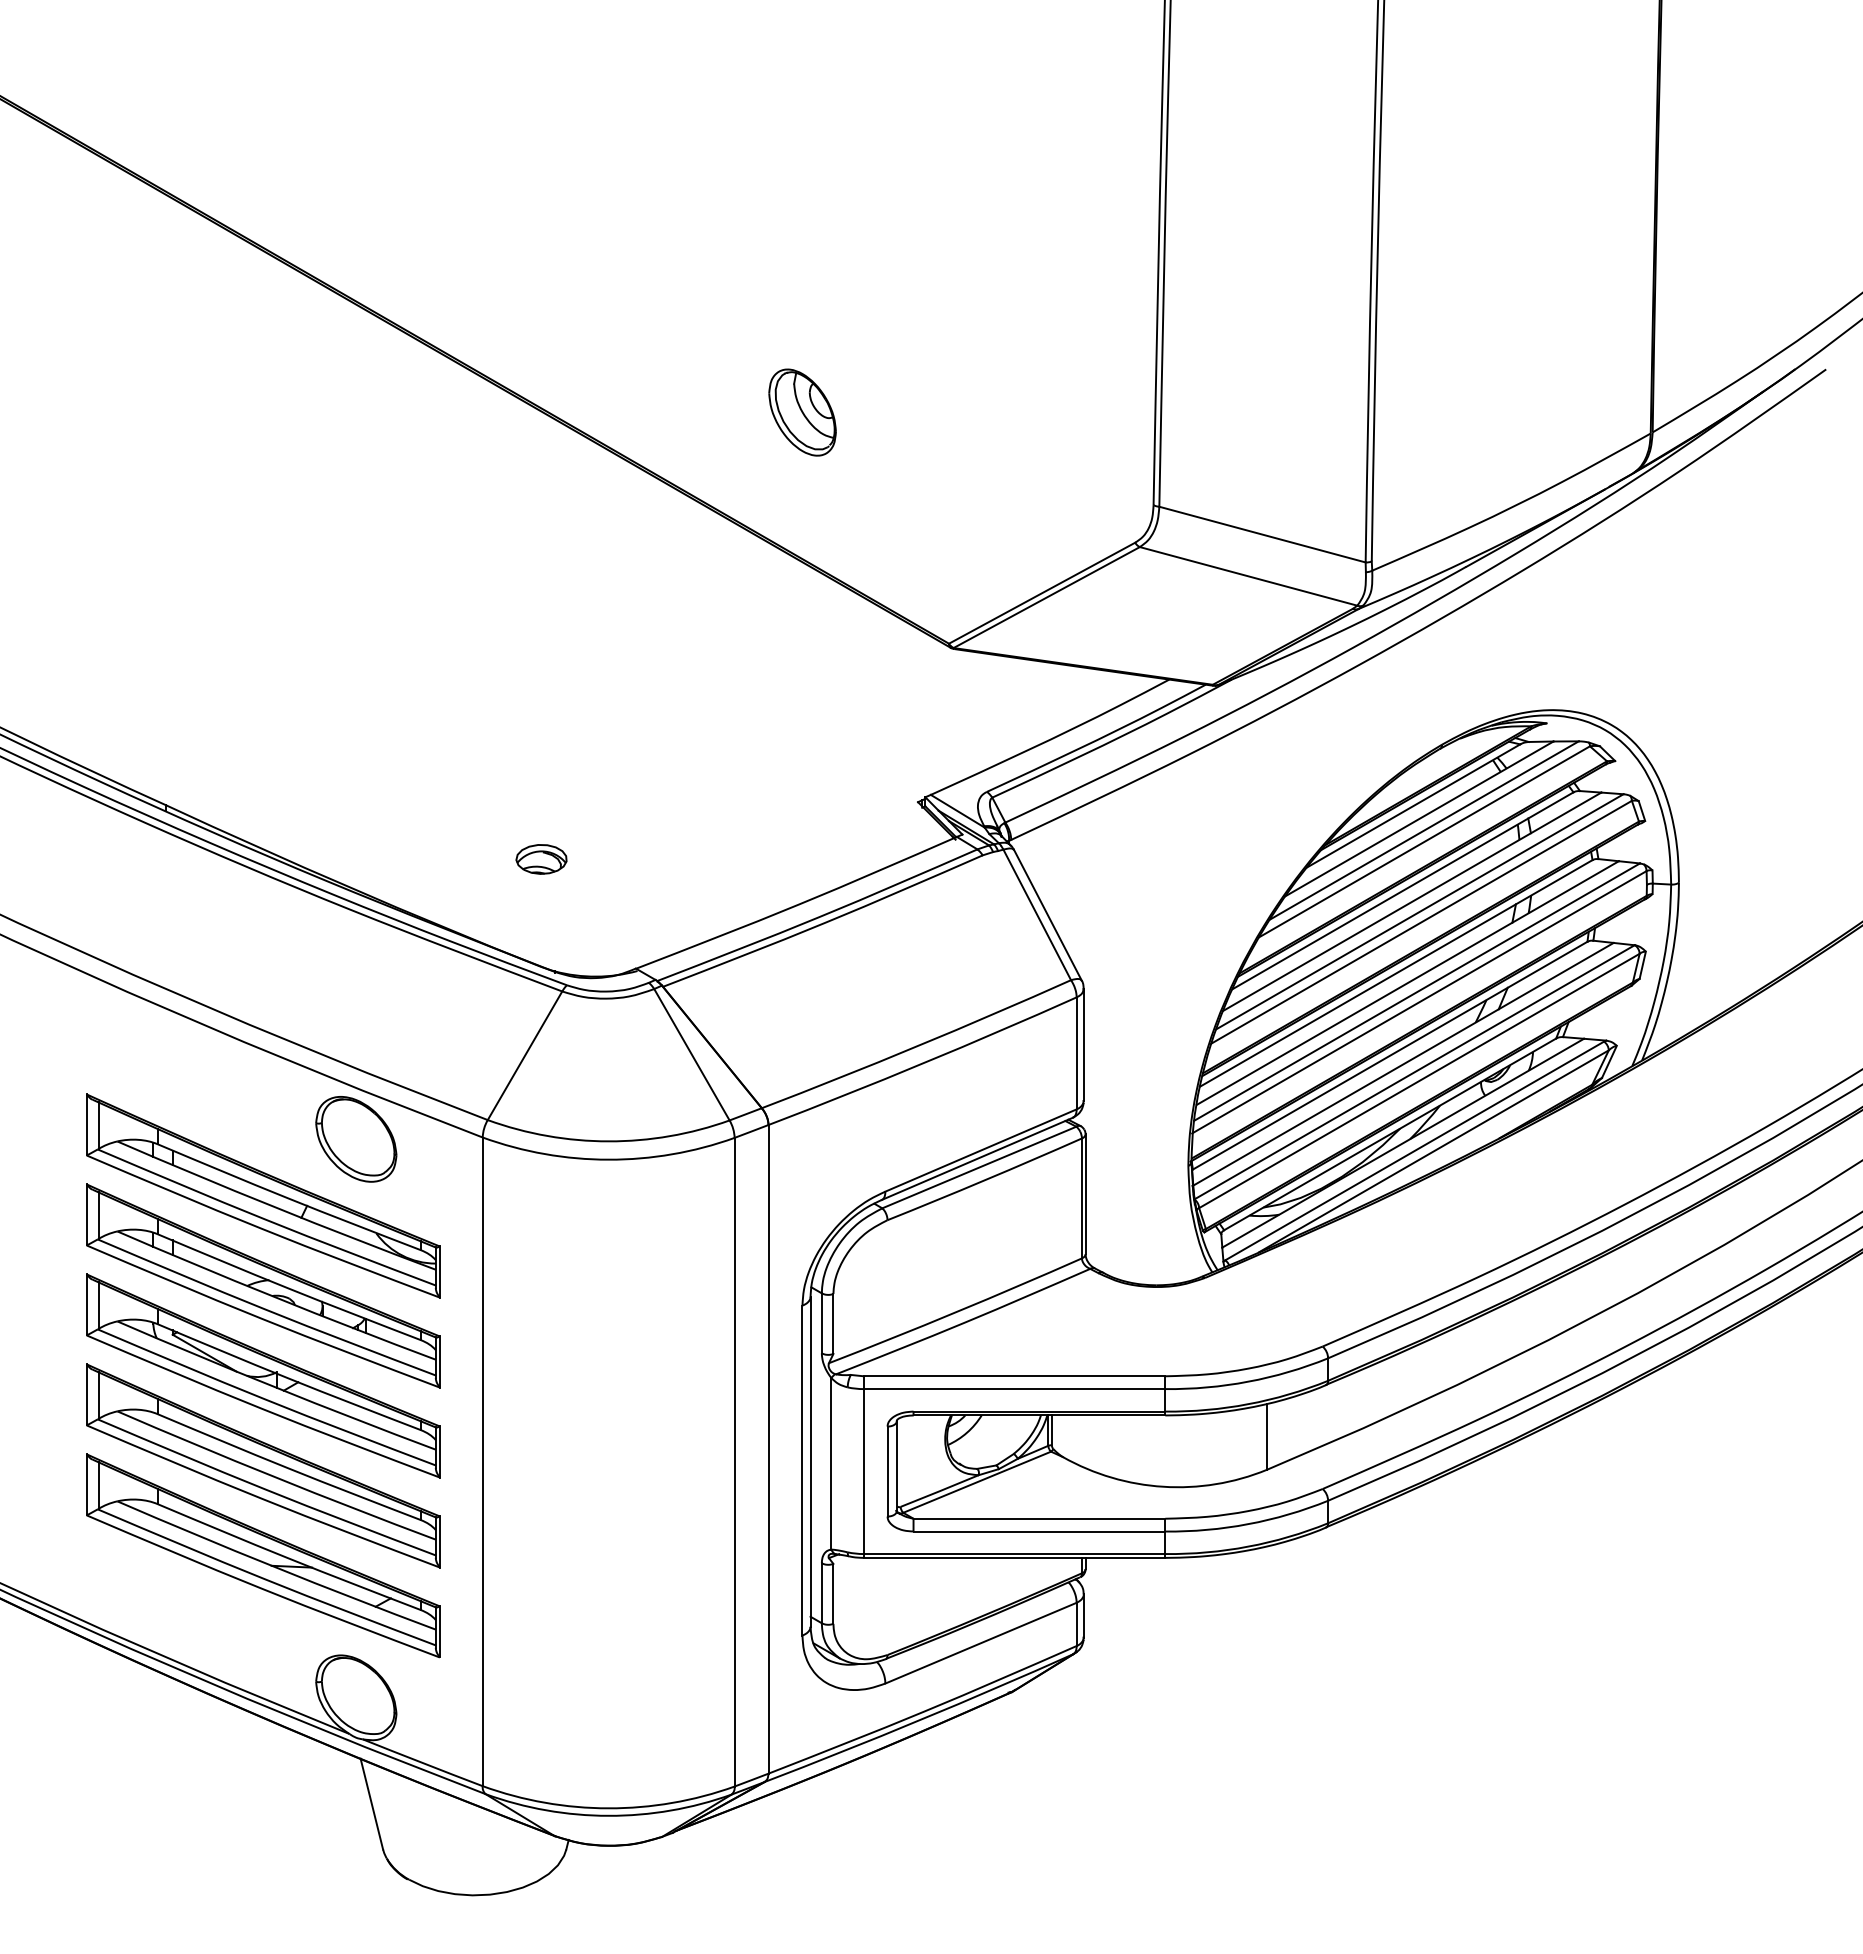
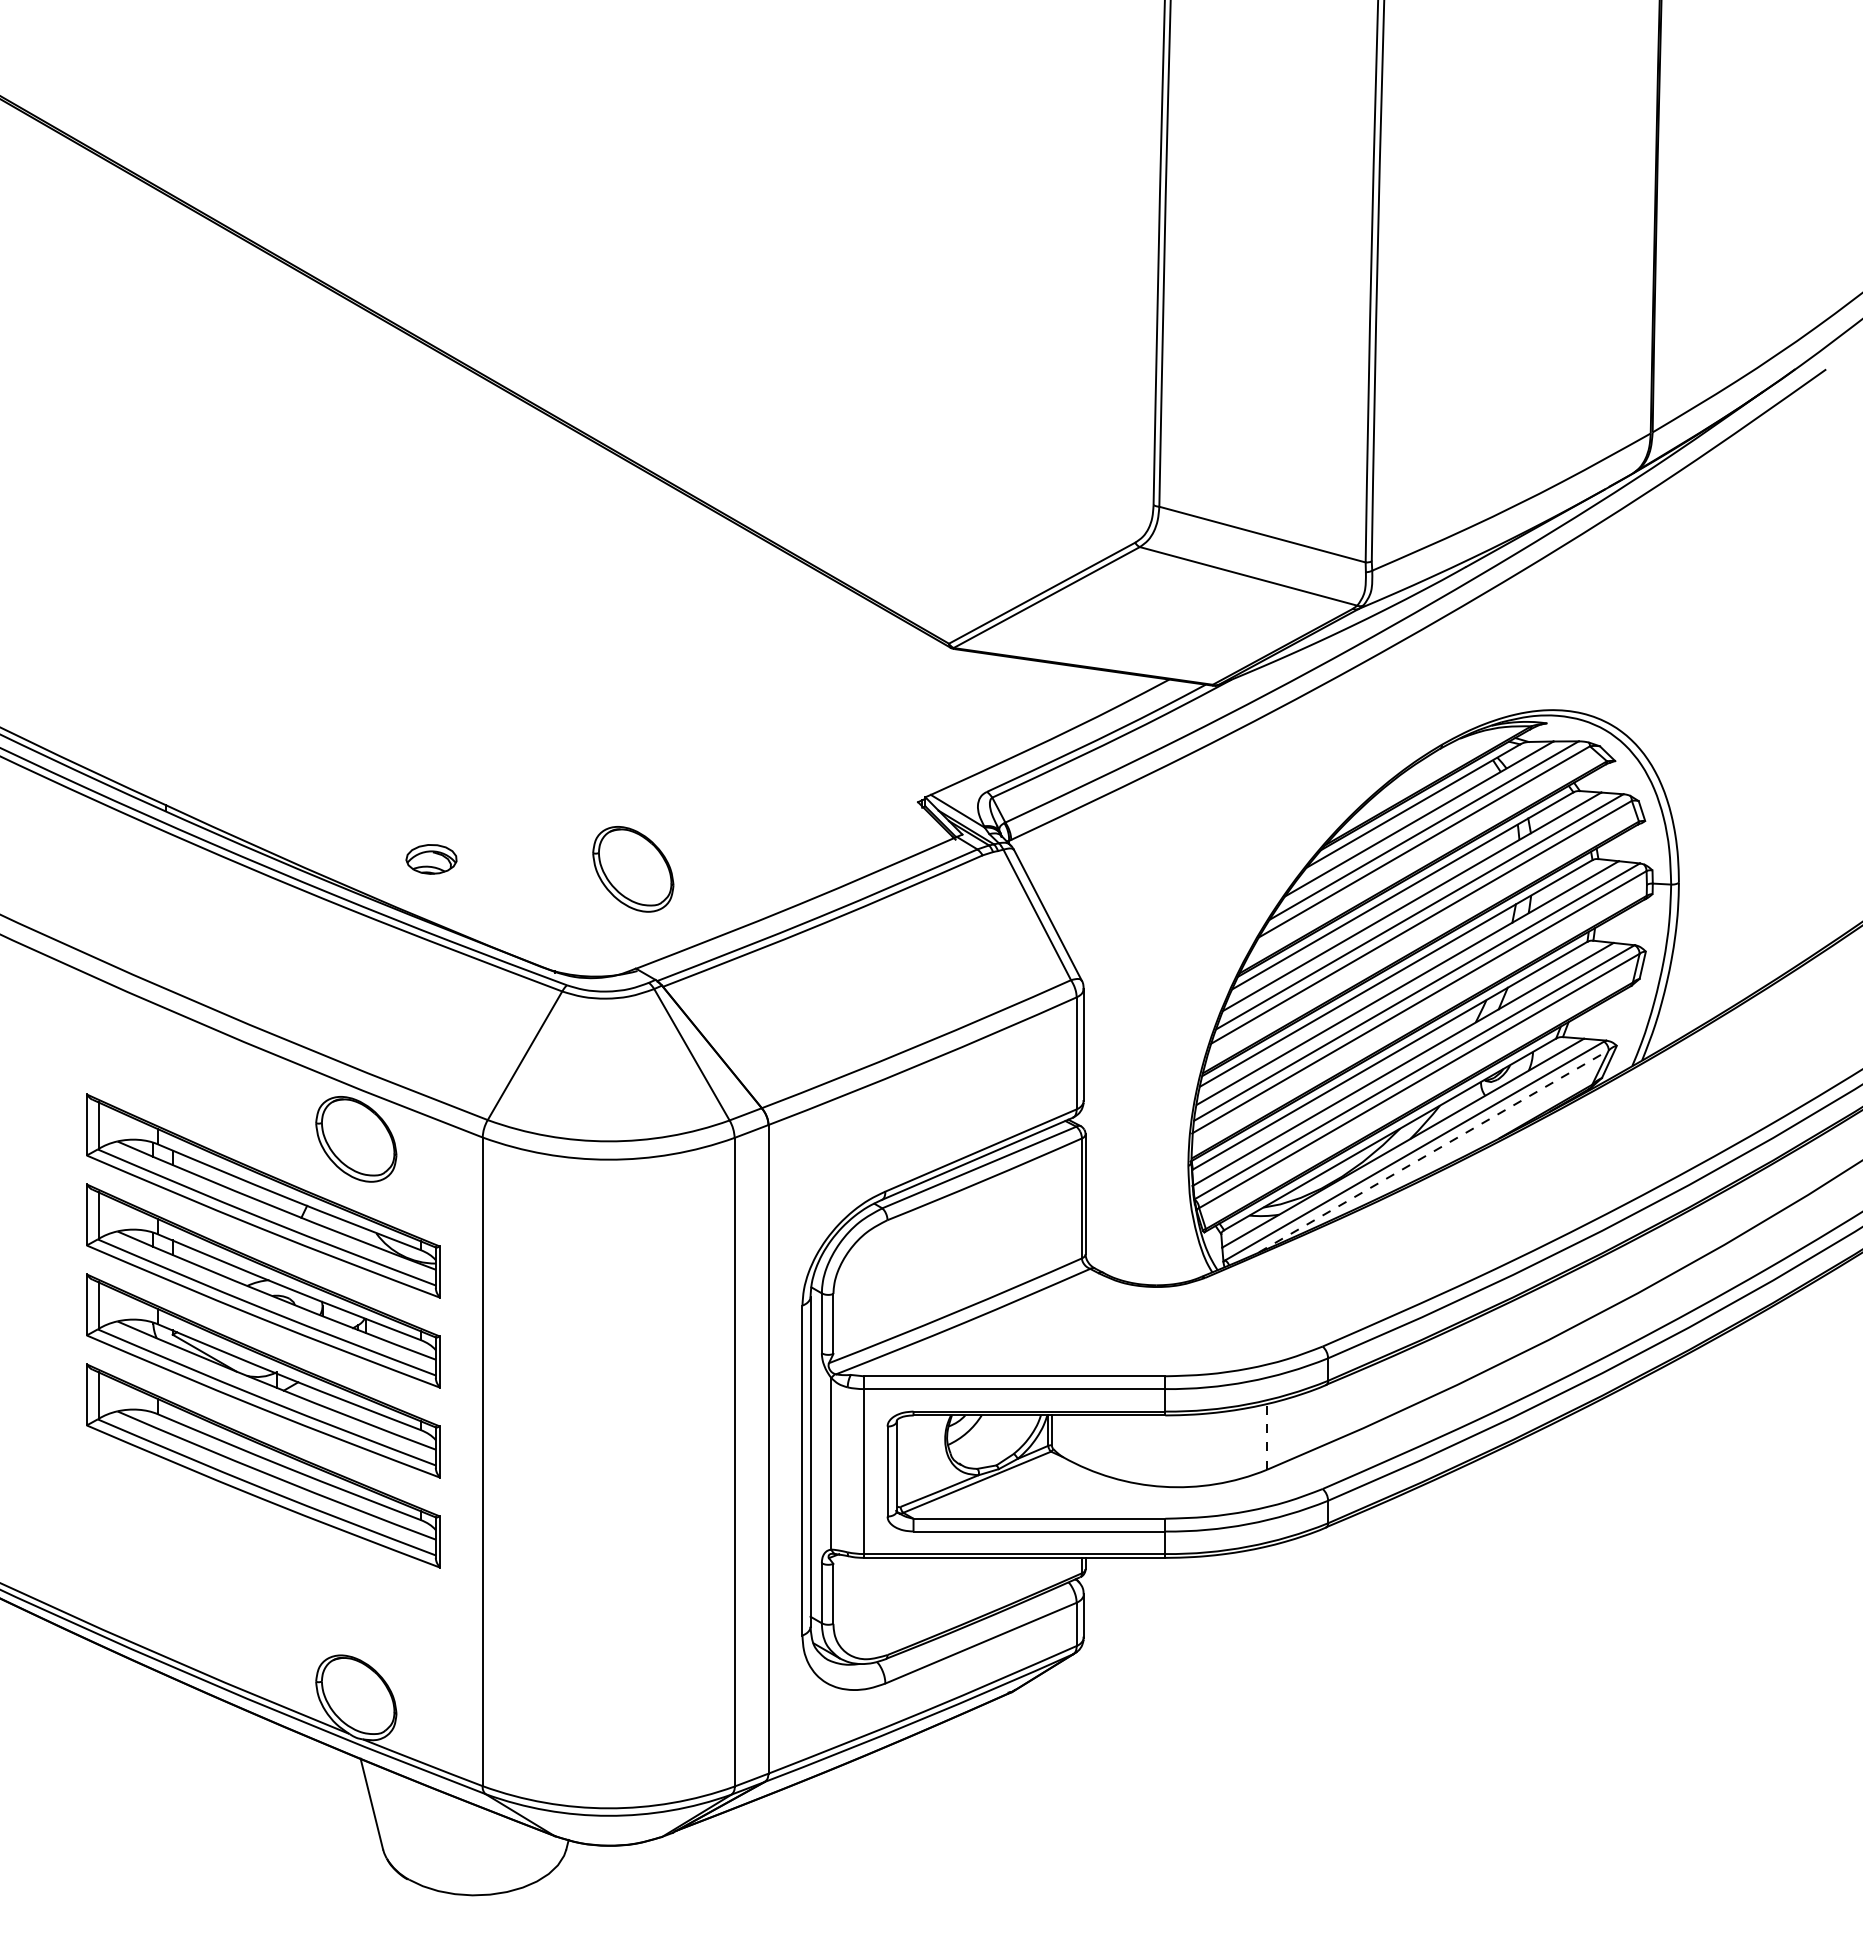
part at (802, 412): present -> none
part at (541, 859) position: (541, 859) -> (431, 859)
part at (633, 869): none -> present
line at (1433, 1151): solid -> dashed
line at (1266, 1436): solid -> dashed
part at (263, 1555): present -> none
